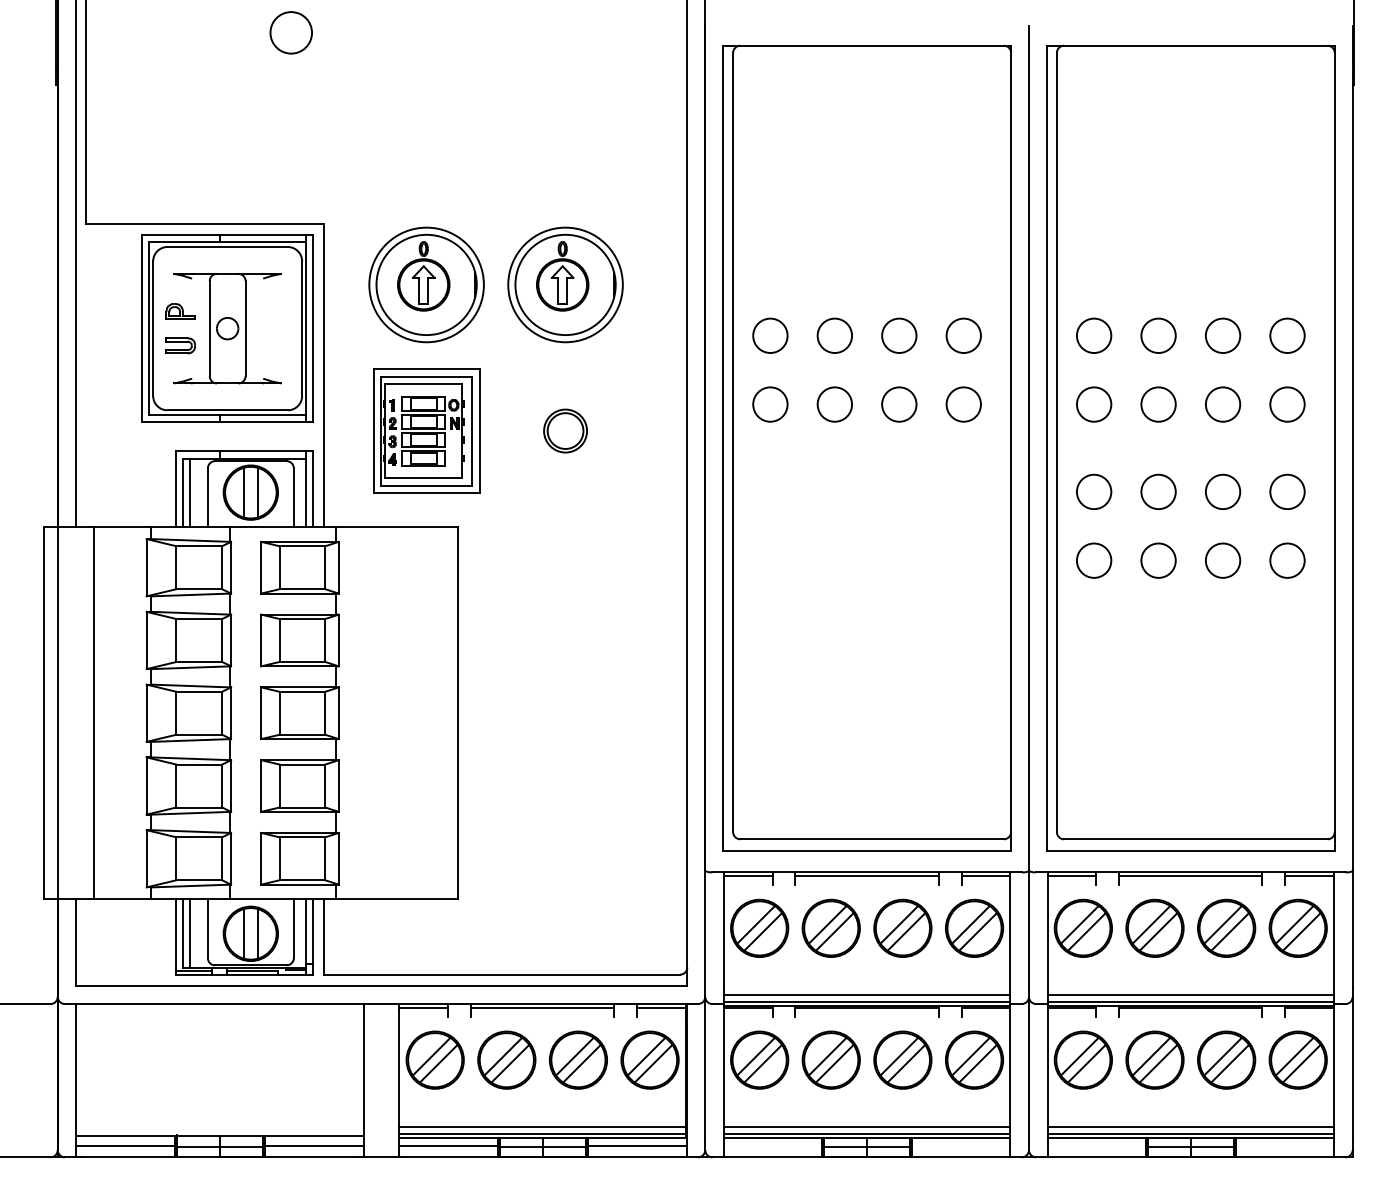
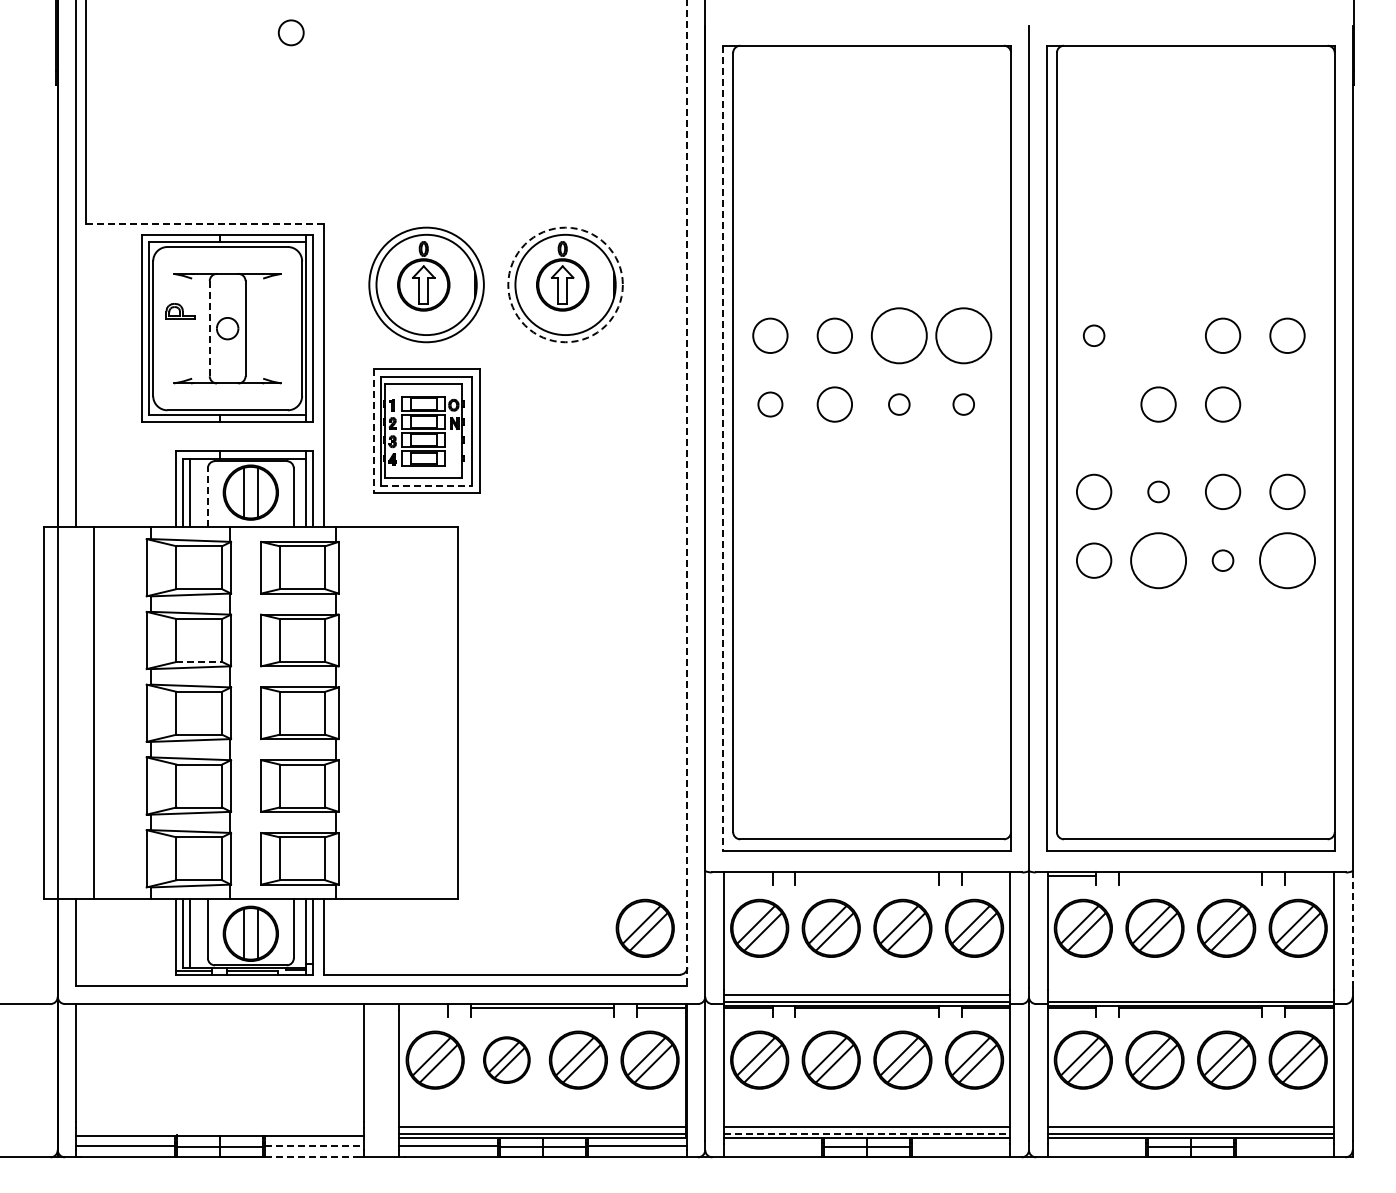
circle at (291, 32) diameter: 42 px -> 25 px
line at (205, 224): solid -> dashed
circle at (565, 284): solid -> dashed
line at (209, 328): solid -> dashed
circle at (899, 335) diameter: 34 px -> 55 px
circle at (963, 335) diameter: 34 px -> 55 px
circle at (1093, 335) diameter: 34 px -> 21 px
circle at (1158, 335): present -> none
part at (180, 345): present -> none
circle at (770, 404) size: 37x37 px -> 27x27 px
circle at (899, 404) diameter: 34 px -> 21 px
circle at (963, 404) diameter: 34 px -> 21 px
circle at (1094, 404): present -> none
circle at (1287, 404): present -> none
part at (565, 430): present -> none
line at (373, 431): solid -> dashed
line at (723, 448): solid -> dashed
line at (426, 485): solid -> dashed
circle at (1158, 491) diameter: 34 px -> 21 px
line at (687, 493): solid -> dashed
line at (207, 497): solid -> dashed
circle at (1158, 560) diameter: 34 px -> 55 px
circle at (1222, 560) diameter: 34 px -> 21 px
circle at (1287, 560) diameter: 34 px -> 55 px
line at (199, 661): solid -> dashed
line at (747, 876): present -> none
line at (866, 876): present -> none
line at (985, 876): present -> none
line at (1190, 876): present -> none
line at (1309, 876): present -> none
part at (644, 927): none -> present
line at (1352, 929): solid -> dashed
line at (1190, 995): present -> none
line at (423, 1008): present -> none
part at (506, 1059) size: 60x60 px -> 48x48 px
line at (867, 1133): solid -> dashed
line at (314, 1145): solid -> dashed
line at (311, 1157): solid -> dashed
